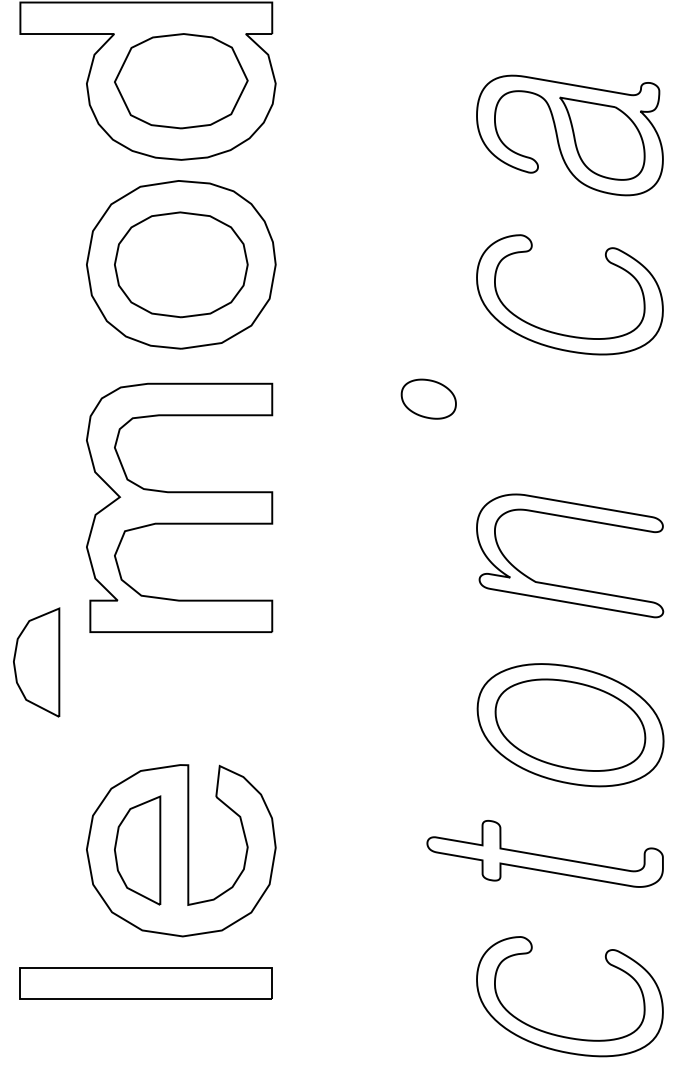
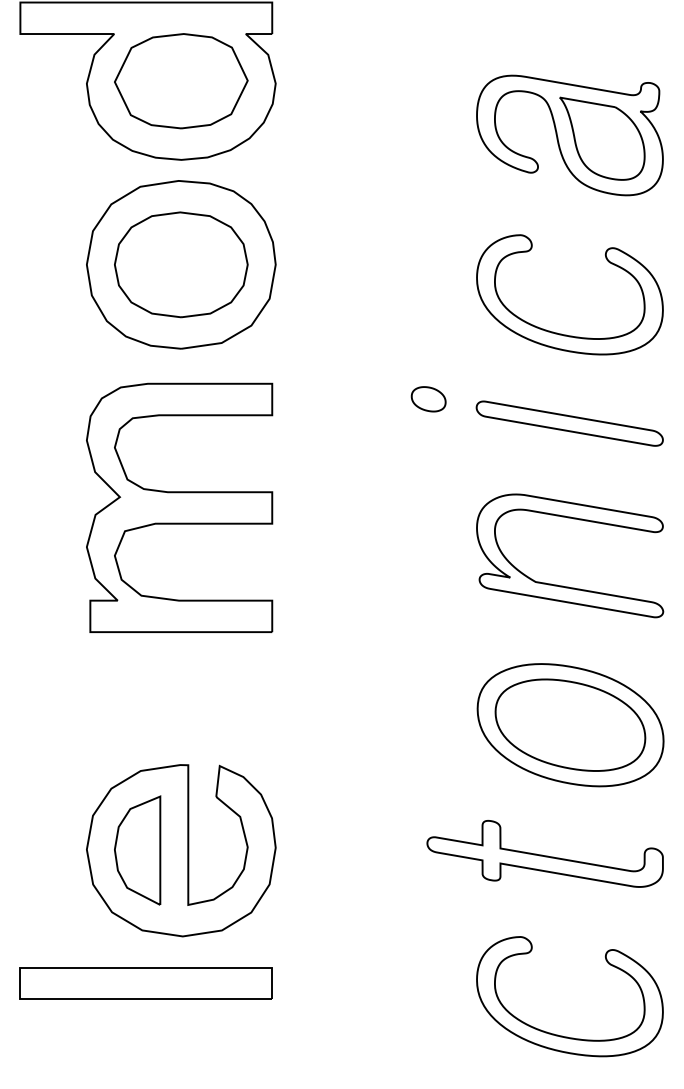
part at (428, 398) size: 57x42 px -> 37x27 px
part at (569, 423): none -> present
part at (36, 662): present -> none
